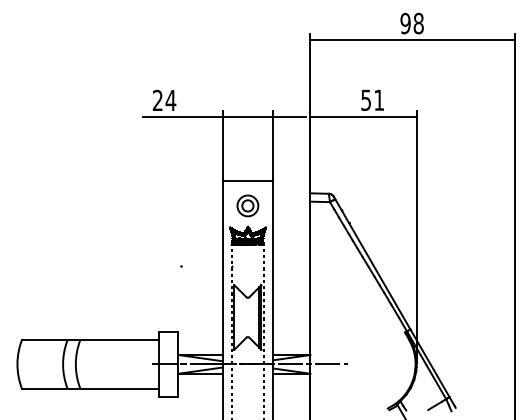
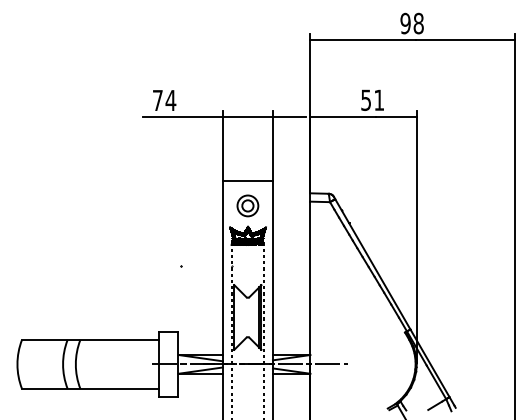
text at (157, 99): 24 -> 74
